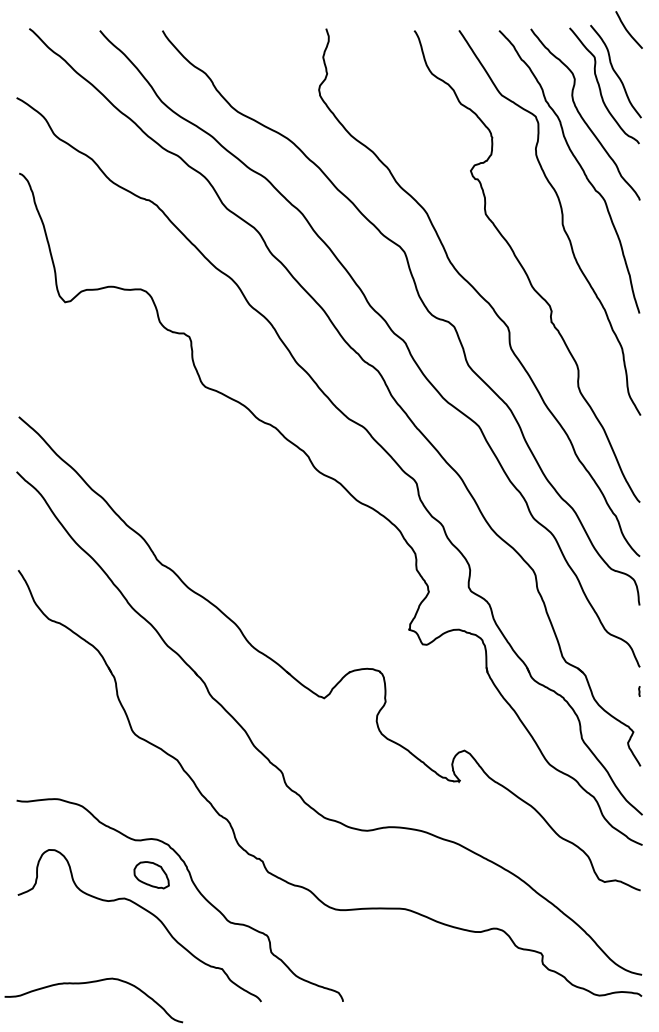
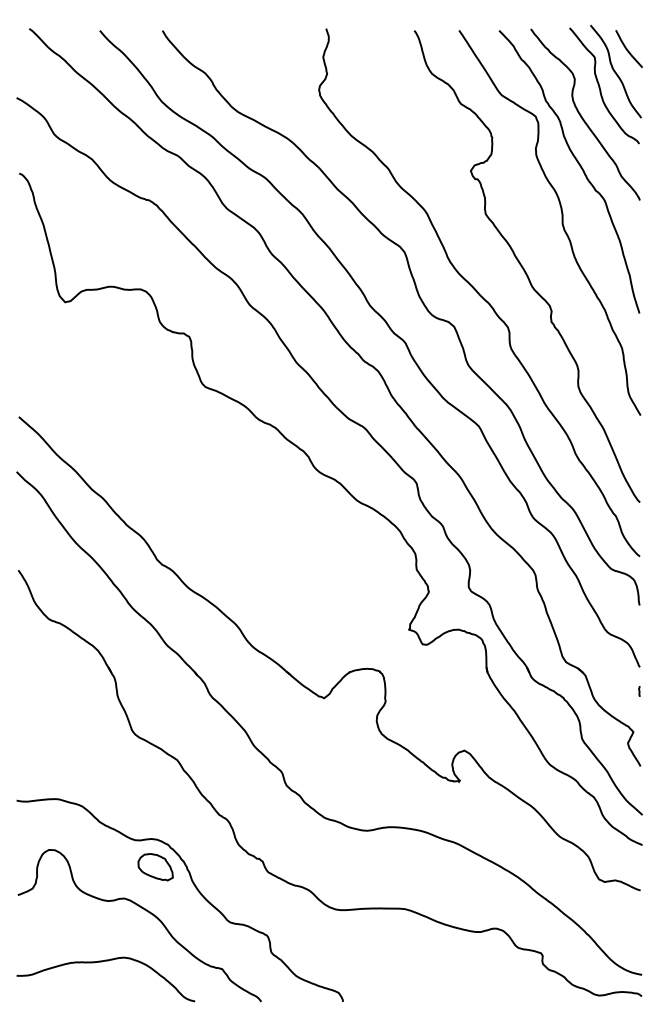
curve at (627, 29) position: (627, 29) -> (627, 48)
part at (151, 875) position: (151, 875) -> (155, 867)
curve at (90, 983) position: (90, 983) -> (102, 962)
